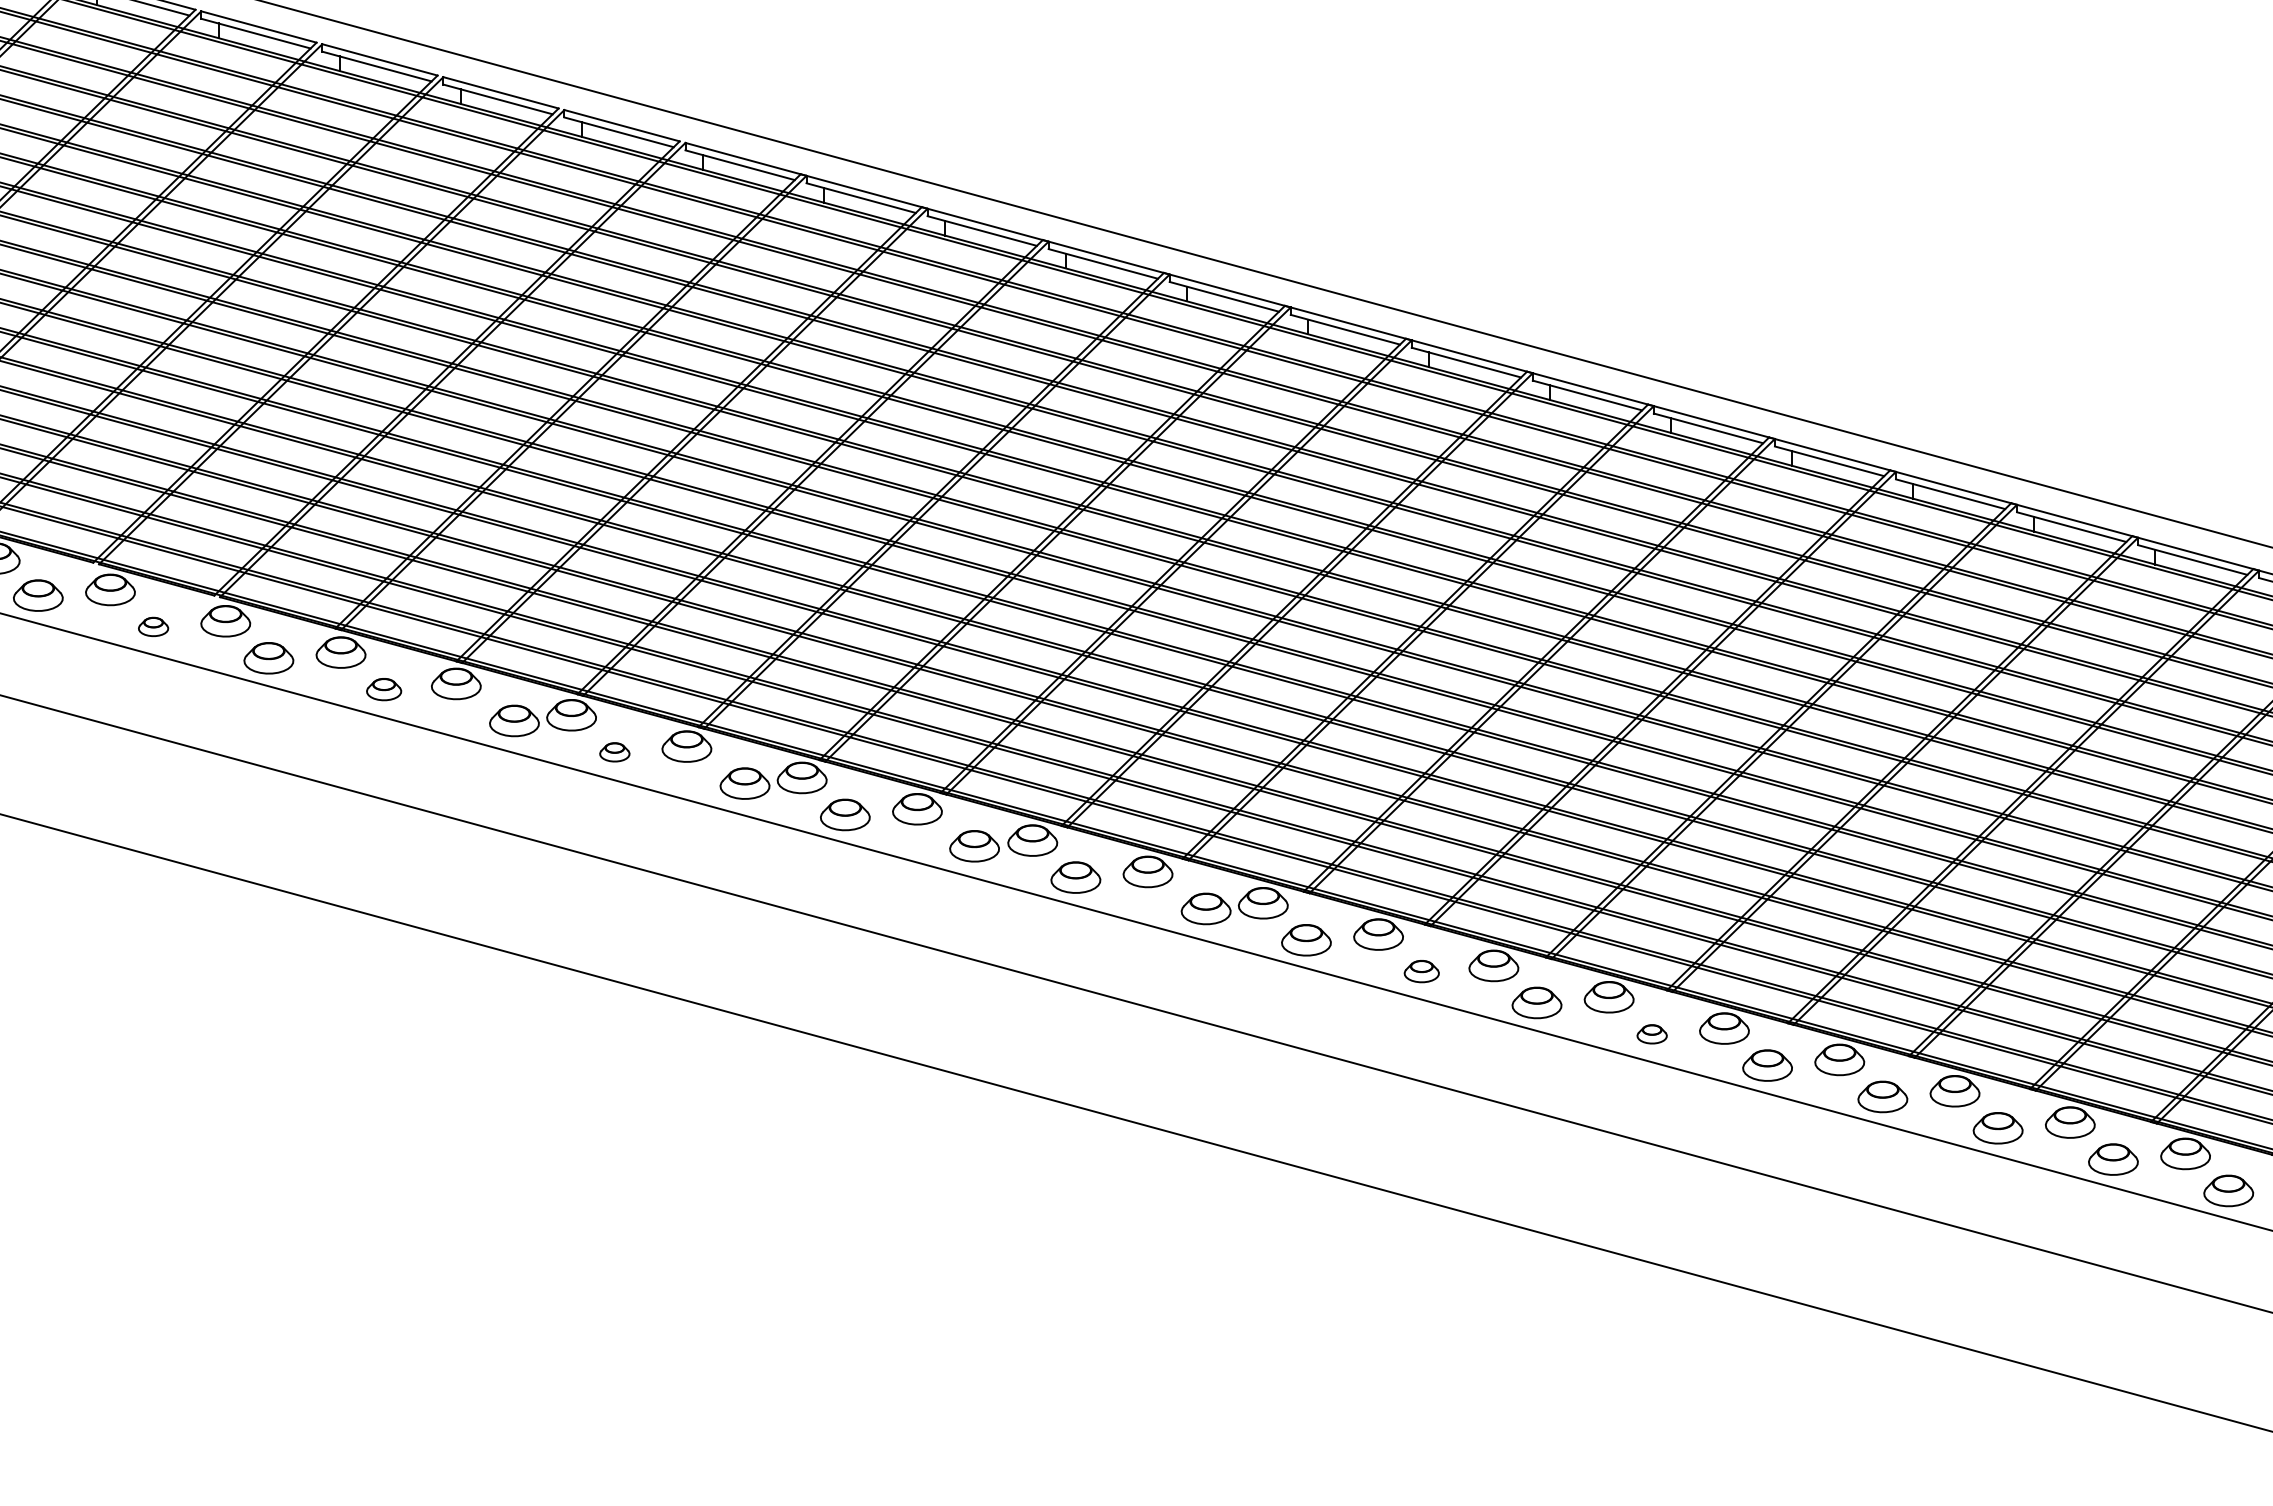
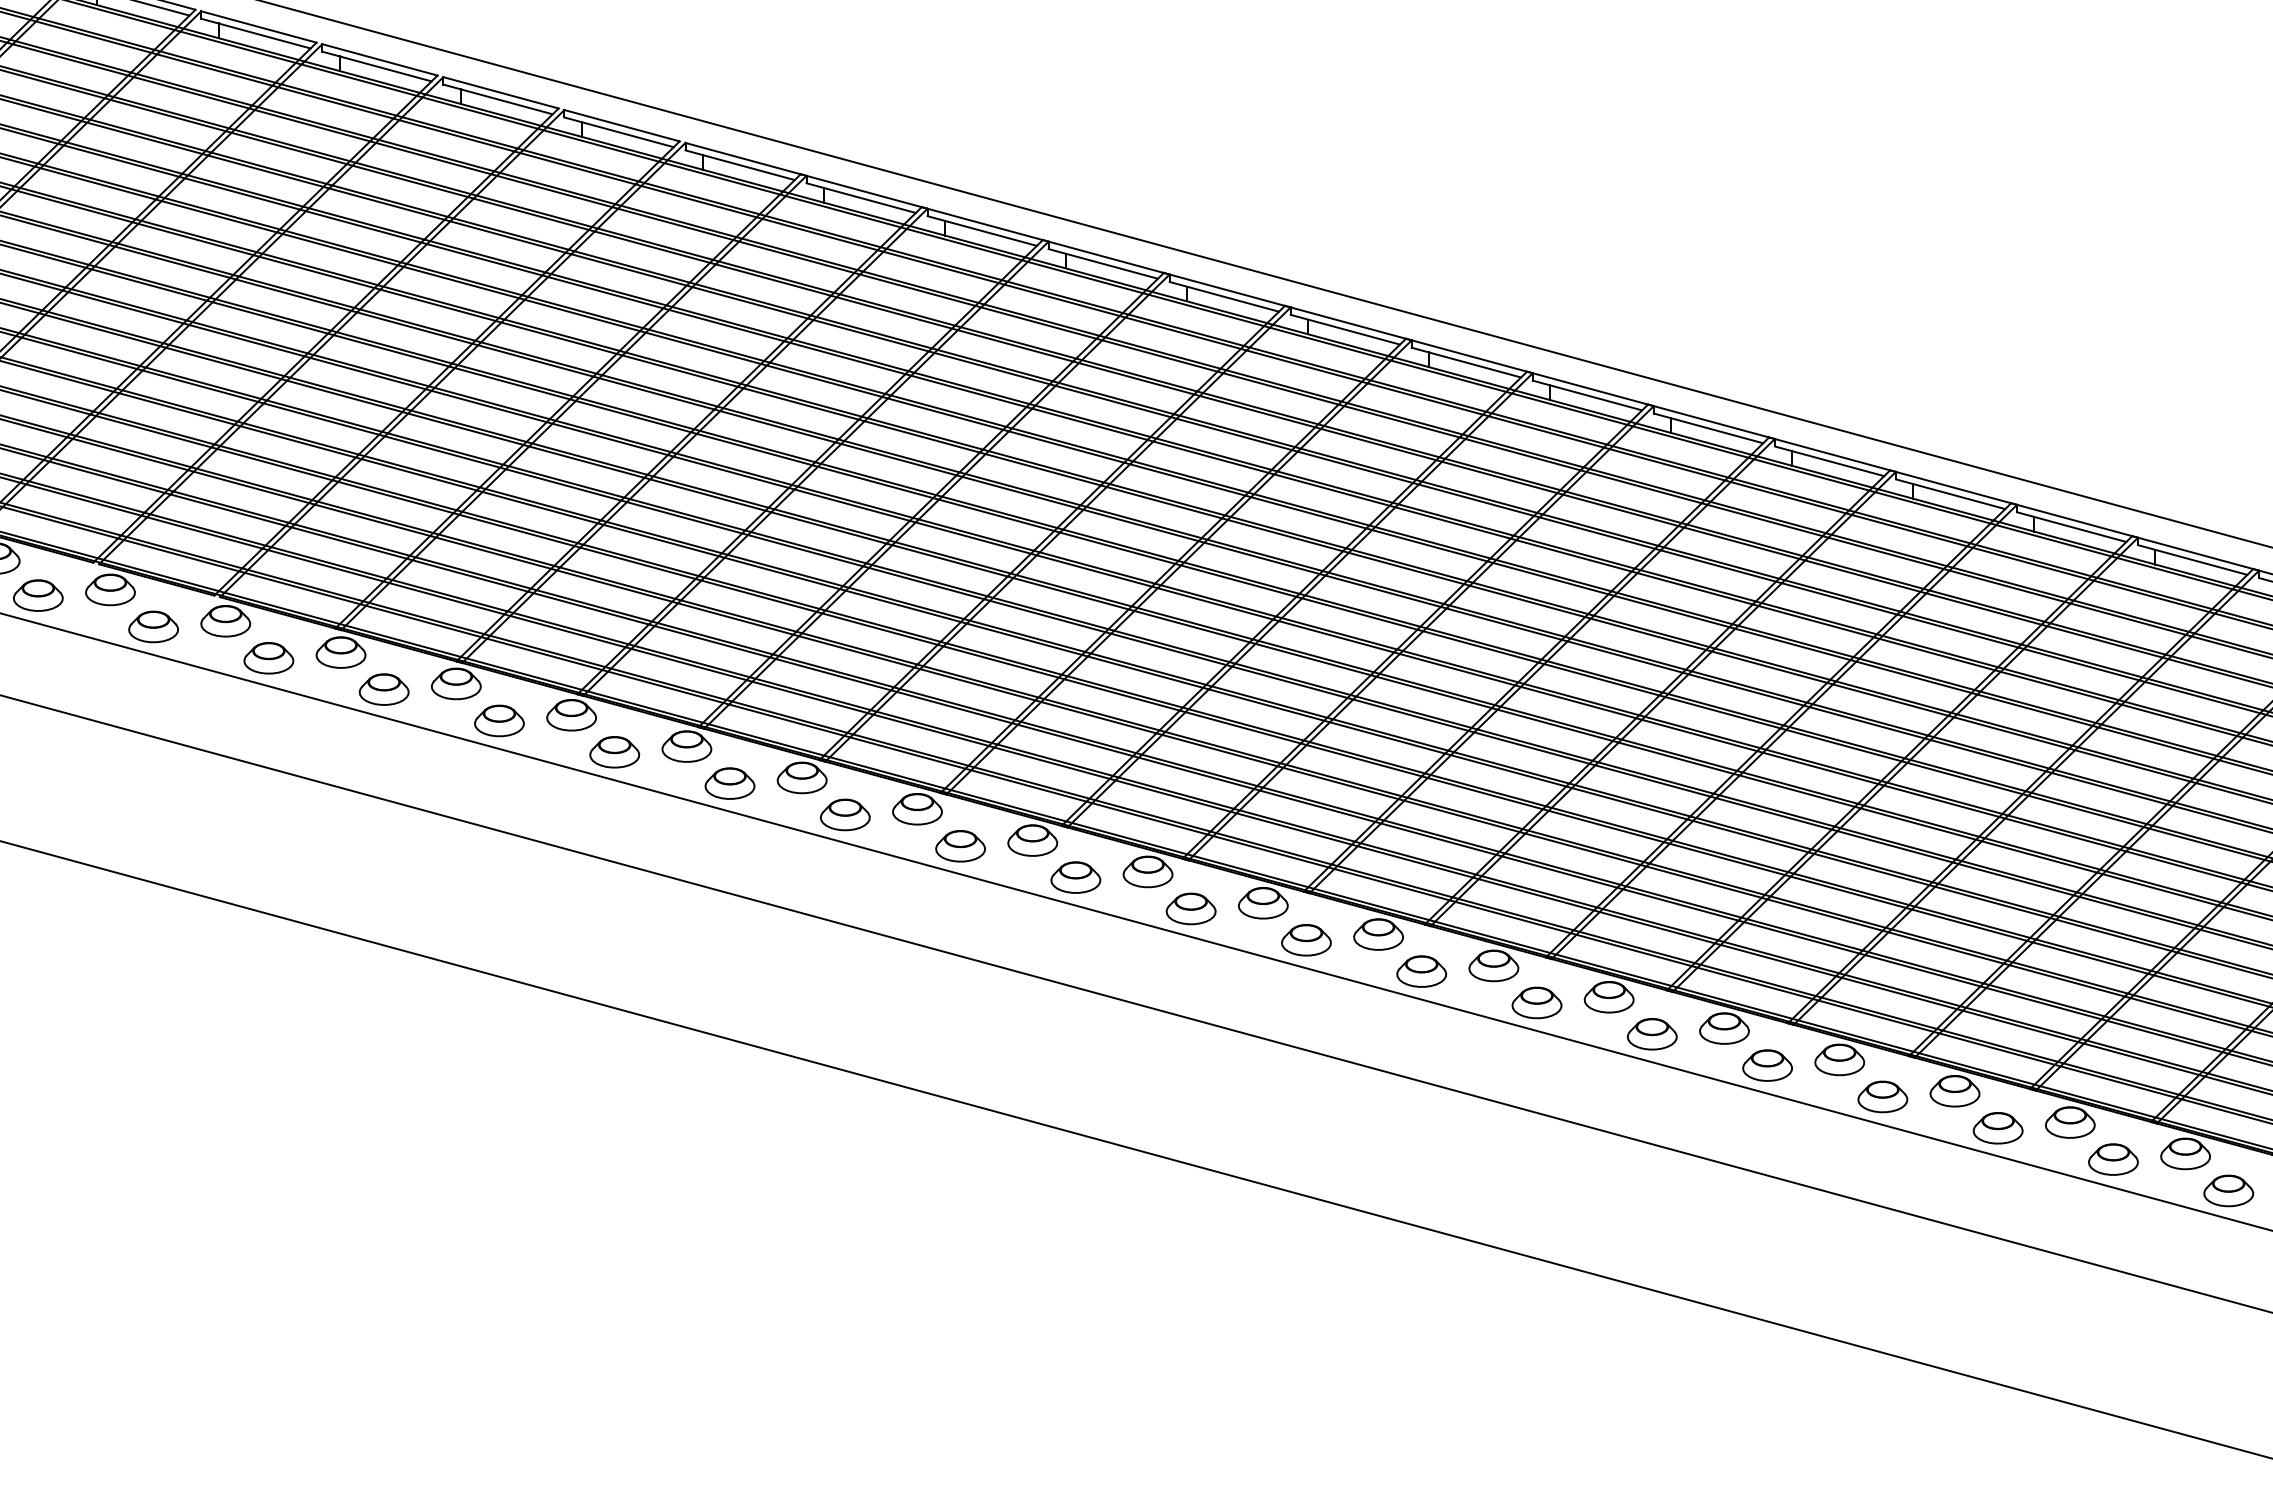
part at (153, 626) size: 32x21 px -> 51x34 px
part at (384, 689) size: 37x24 px -> 52x33 px
part at (514, 720) position: (514, 720) -> (499, 720)
part at (614, 752) size: 32x21 px -> 52x33 px
part at (744, 783) position: (744, 783) -> (729, 783)
part at (974, 846) position: (974, 846) -> (960, 846)
part at (1205, 908) position: (1205, 908) -> (1190, 908)
part at (1421, 971) size: 37x24 px -> 52x33 px
part at (1651, 1034) size: 32x21 px -> 52x33 px
line at (1135, 1122) position: (1135, 1122) -> (1135, 1149)
